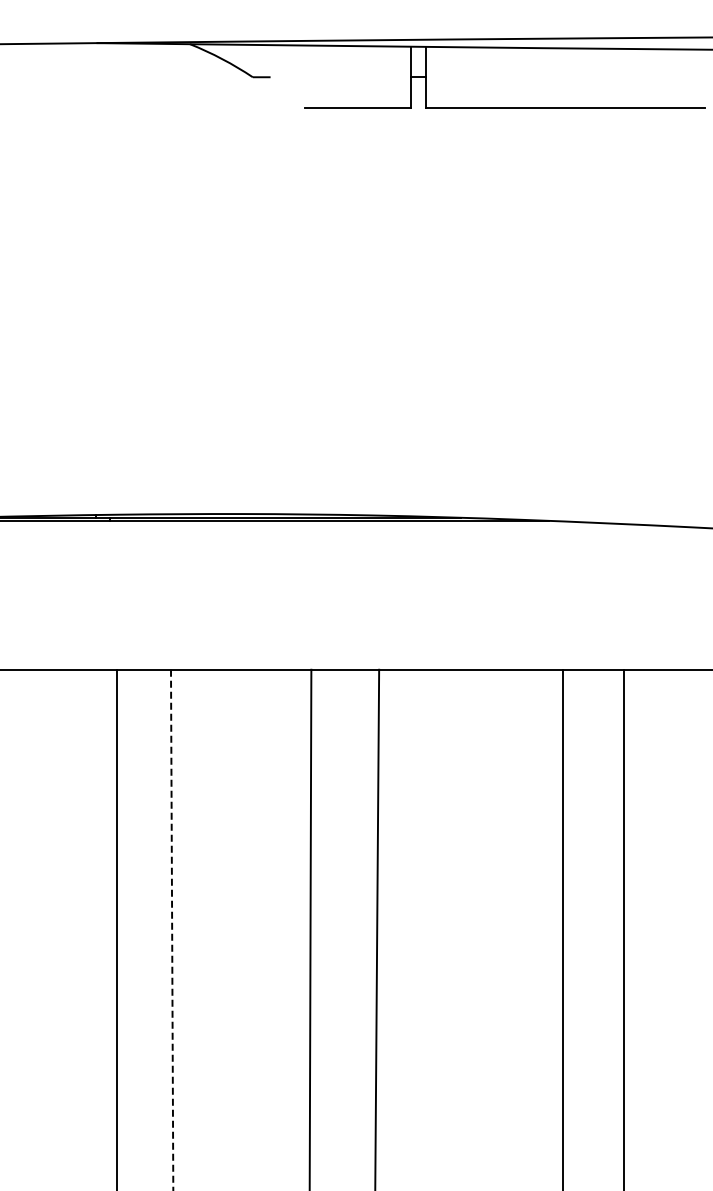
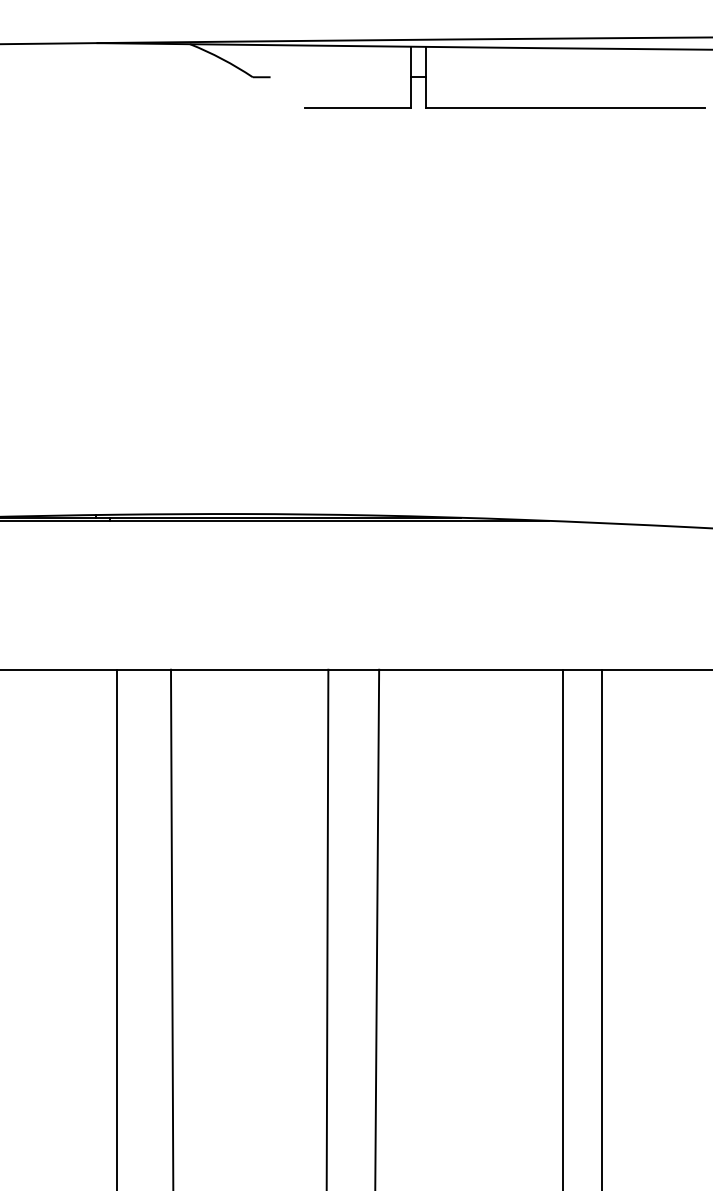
line at (310, 928) position: (310, 928) -> (327, 928)
line at (624, 928) position: (624, 928) -> (602, 928)
line at (172, 930): dashed -> solid
